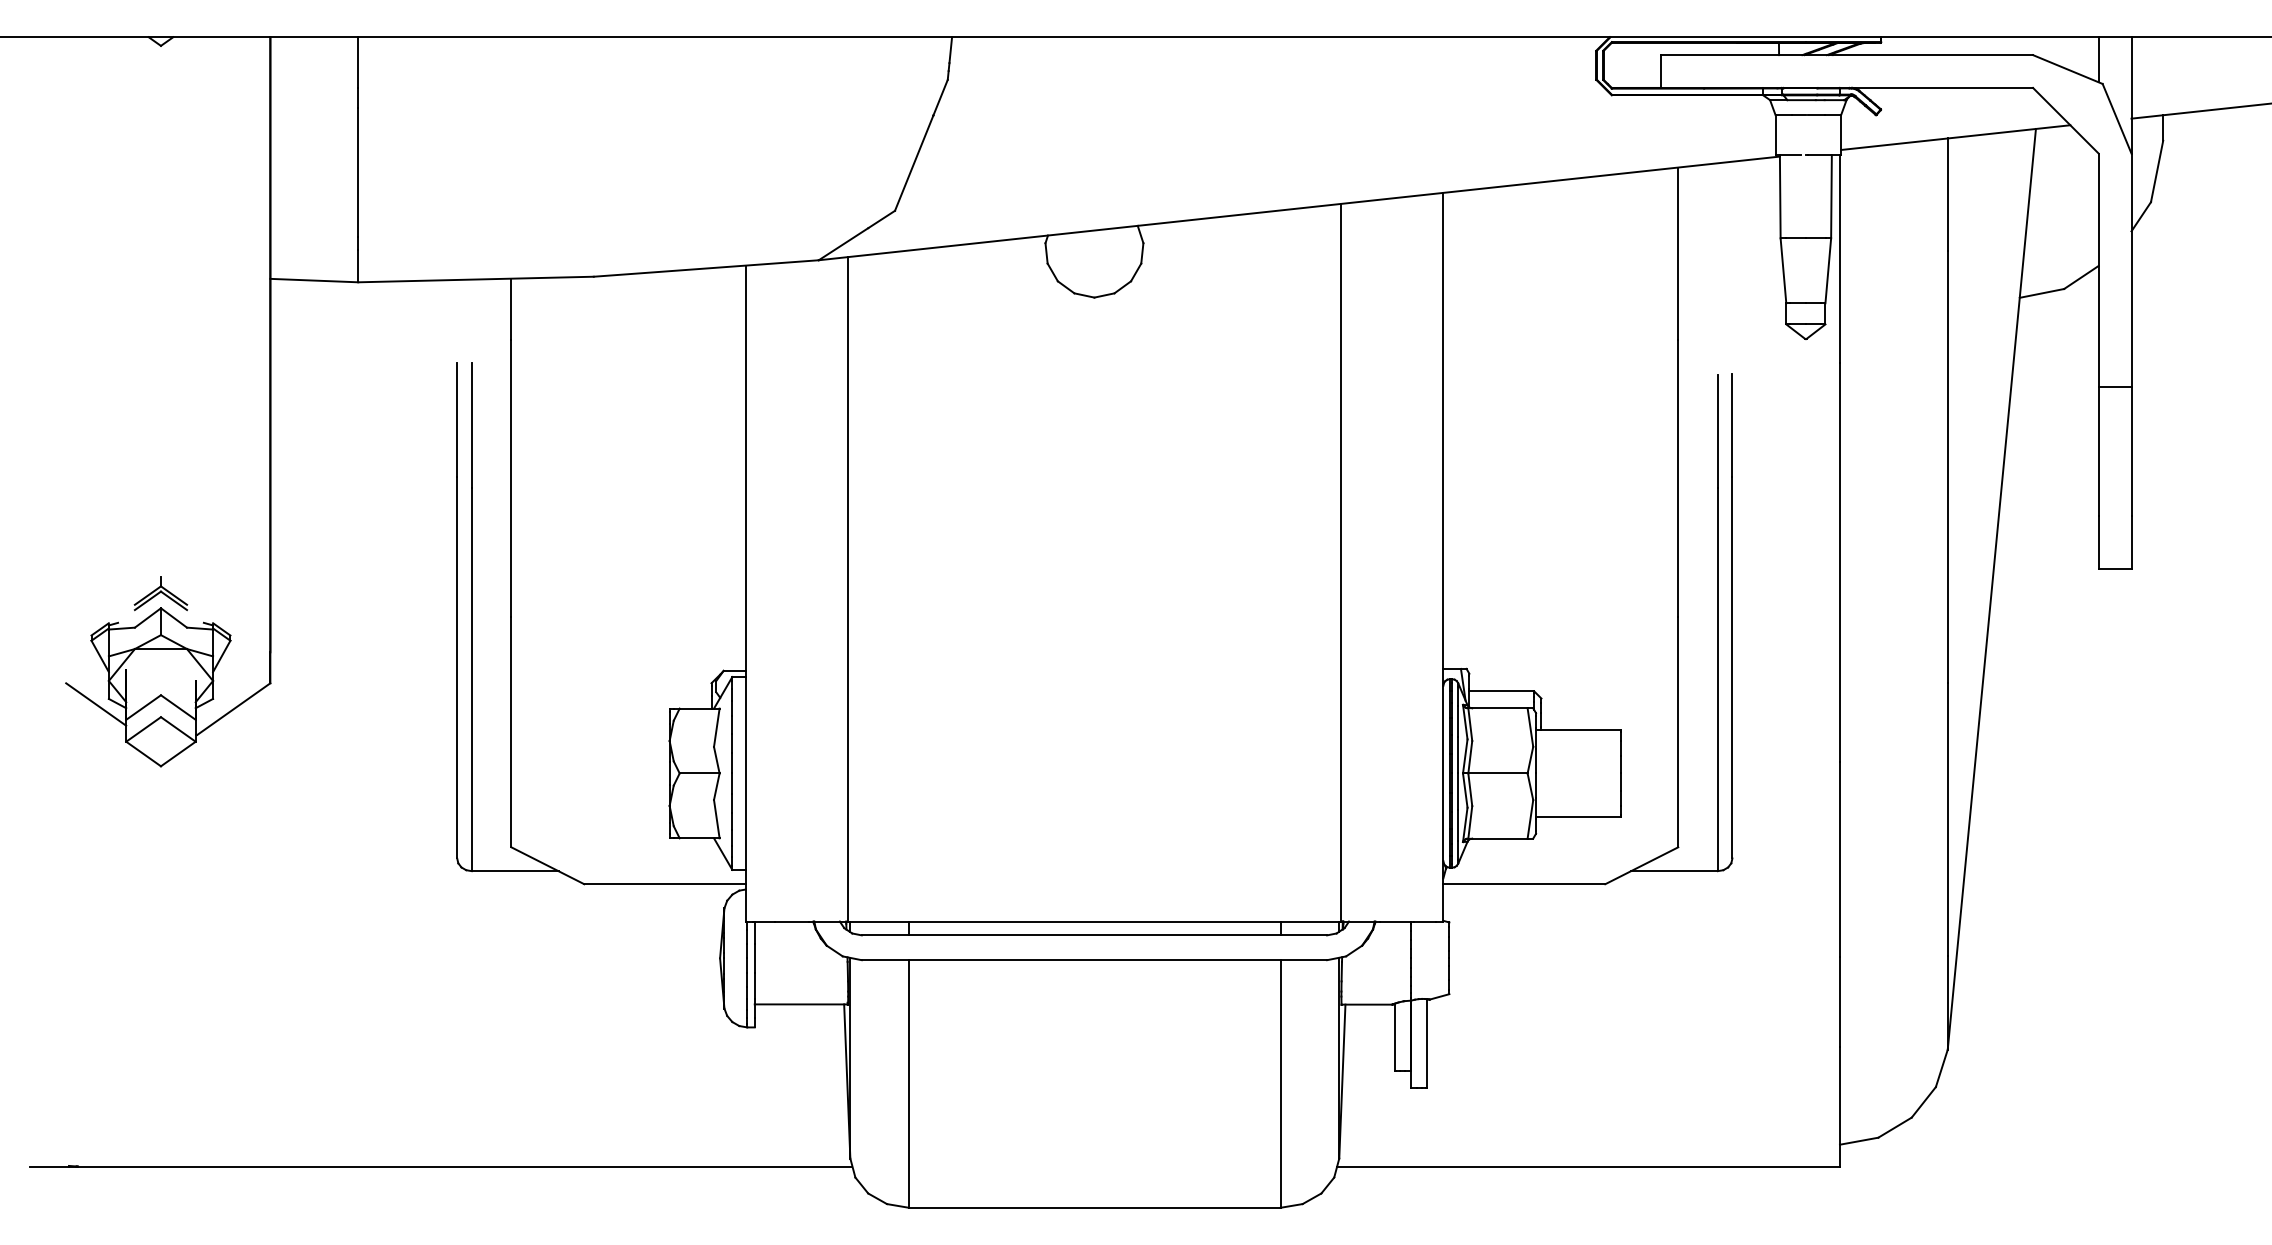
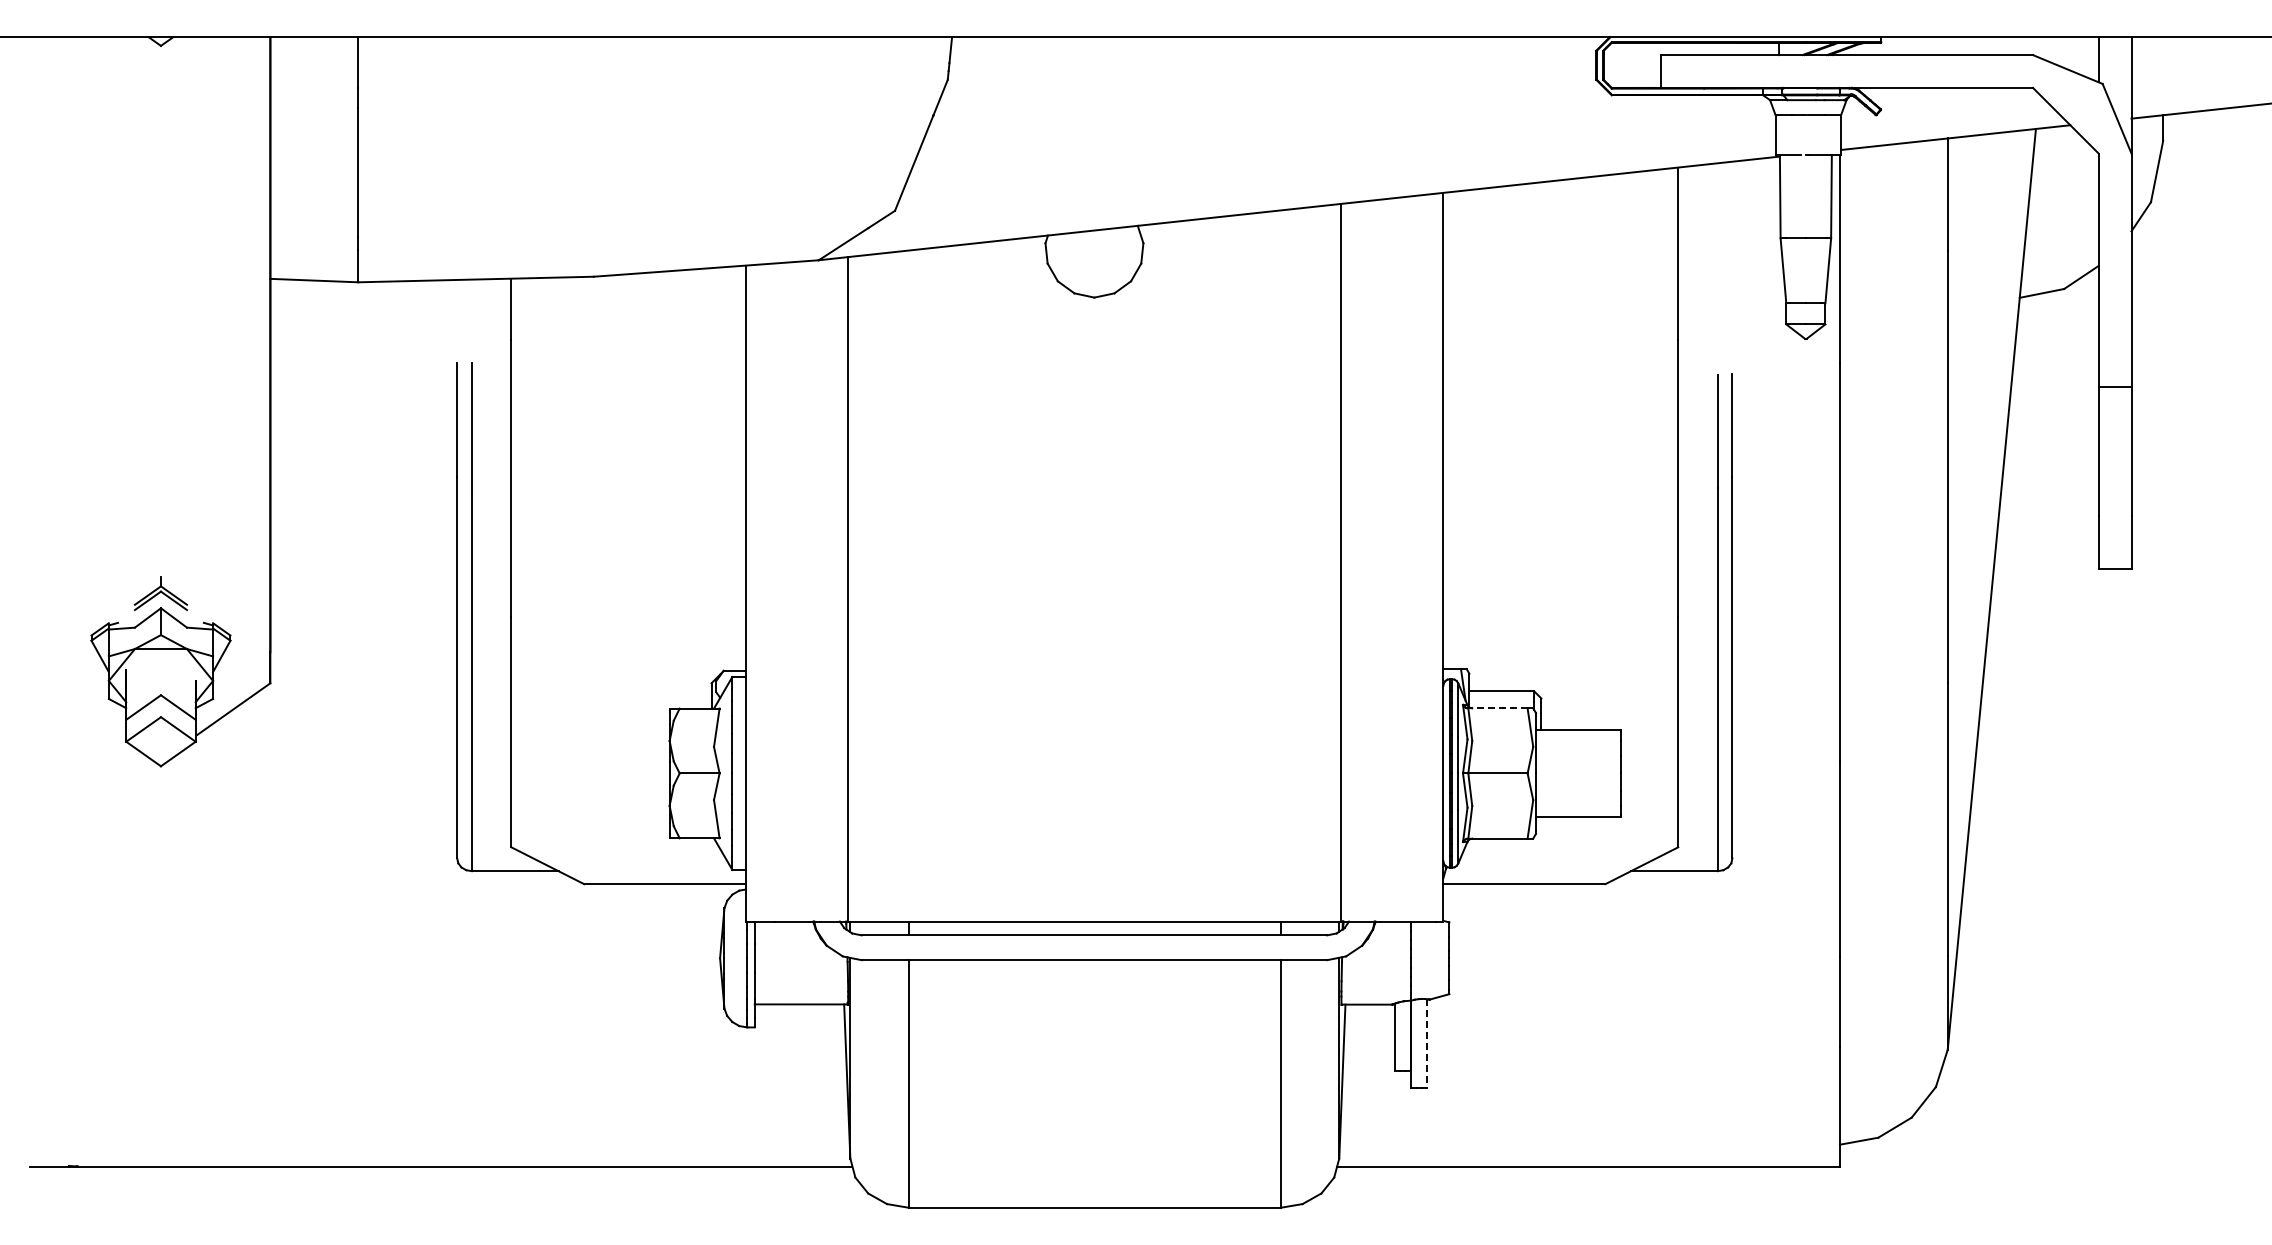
line at (96, 704): present -> none
line at (1497, 708): solid -> dashed
line at (1427, 1043): solid -> dashed
